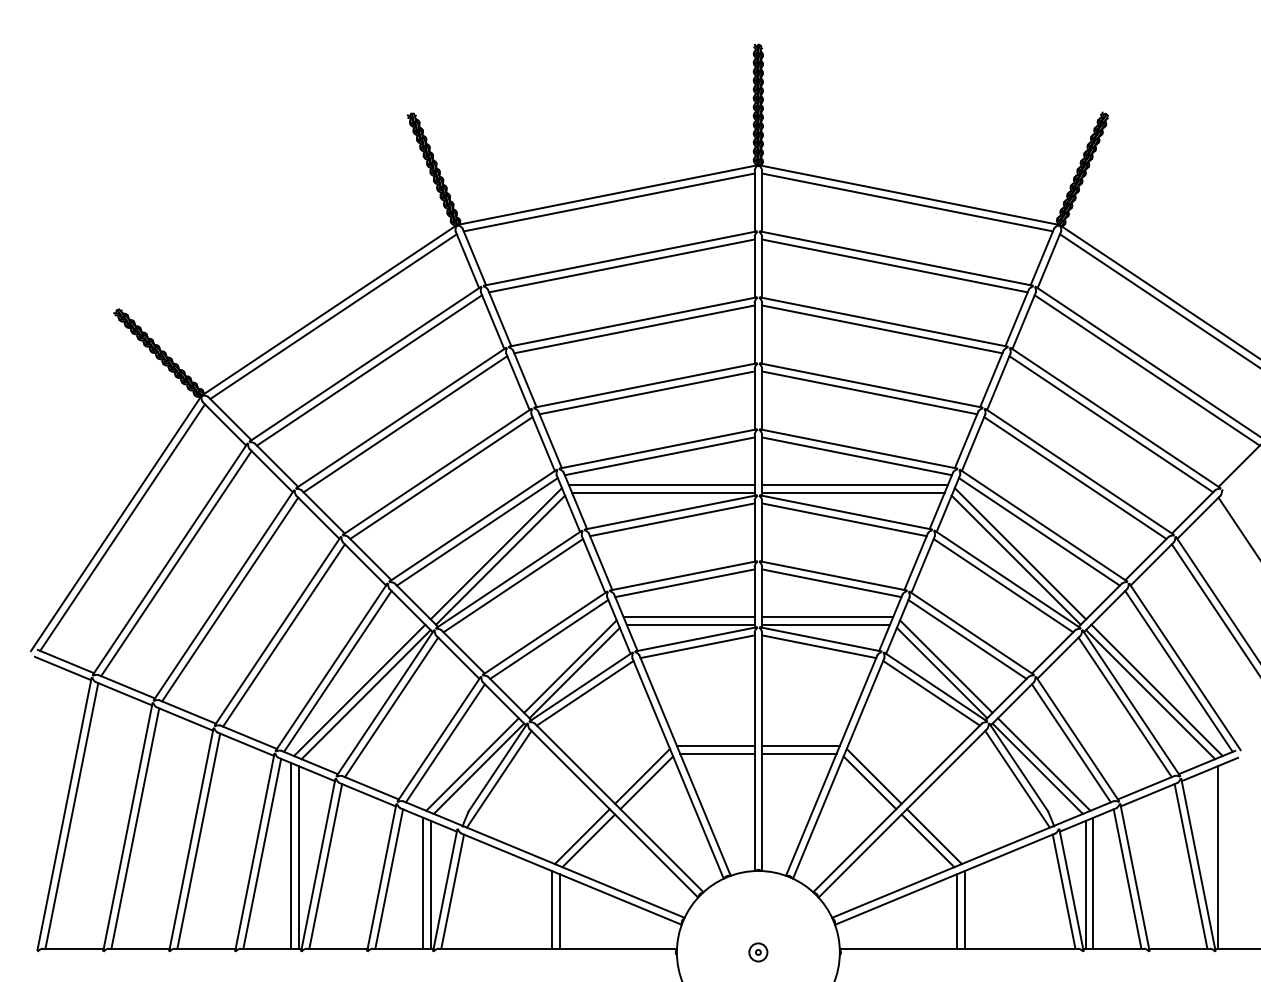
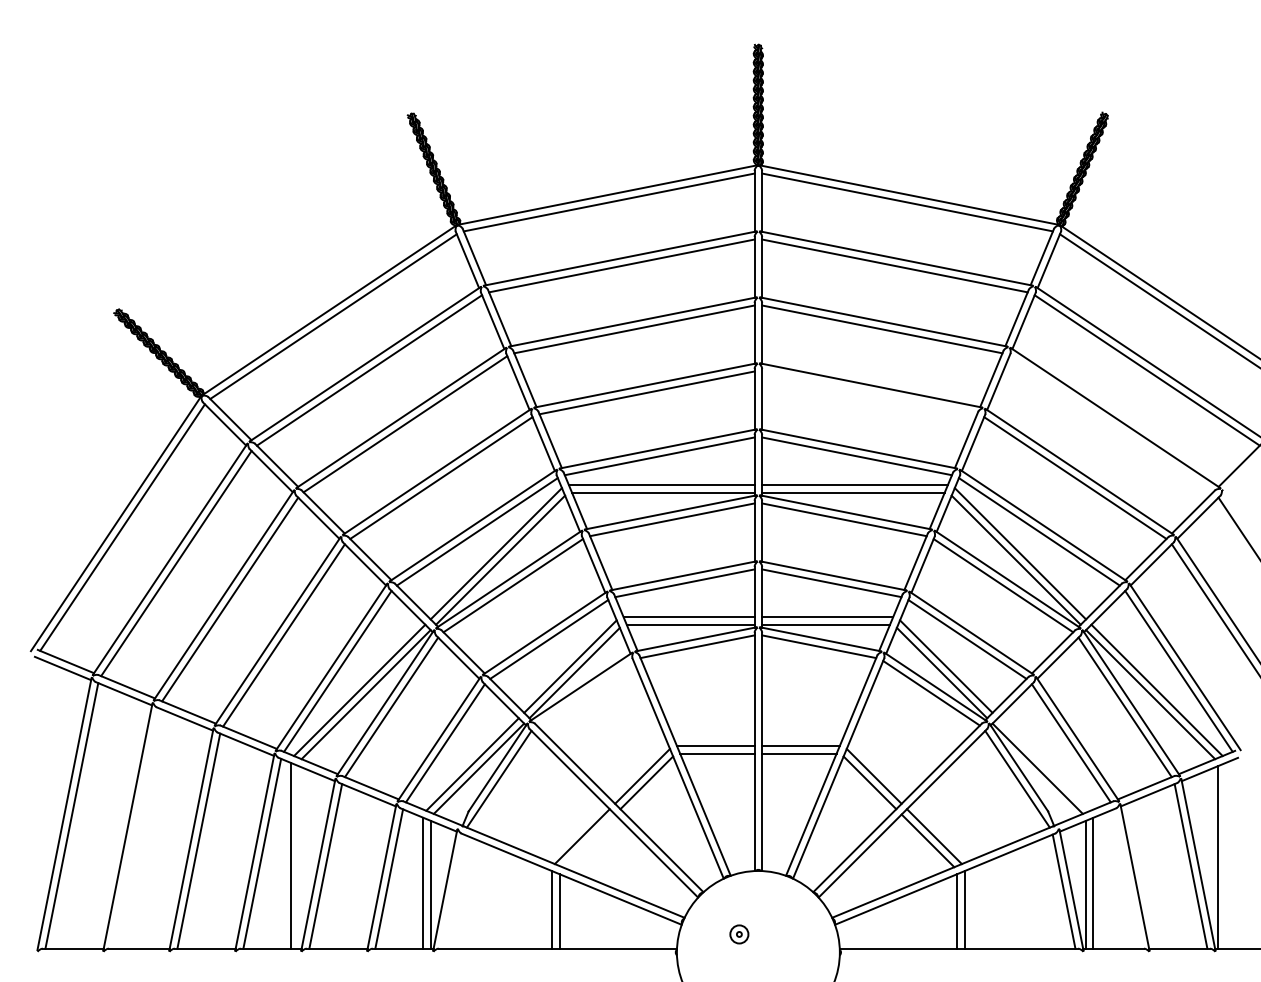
line at (869, 392): present -> none
line at (1111, 424): present -> none
line at (584, 692): present -> none
line at (1043, 764): present -> none
line at (135, 828): present -> none
line at (588, 840): present -> none
line at (298, 857): present -> none
line at (1127, 878): present -> none
line at (452, 891): present -> none
part at (758, 952) position: (758, 952) -> (739, 934)
